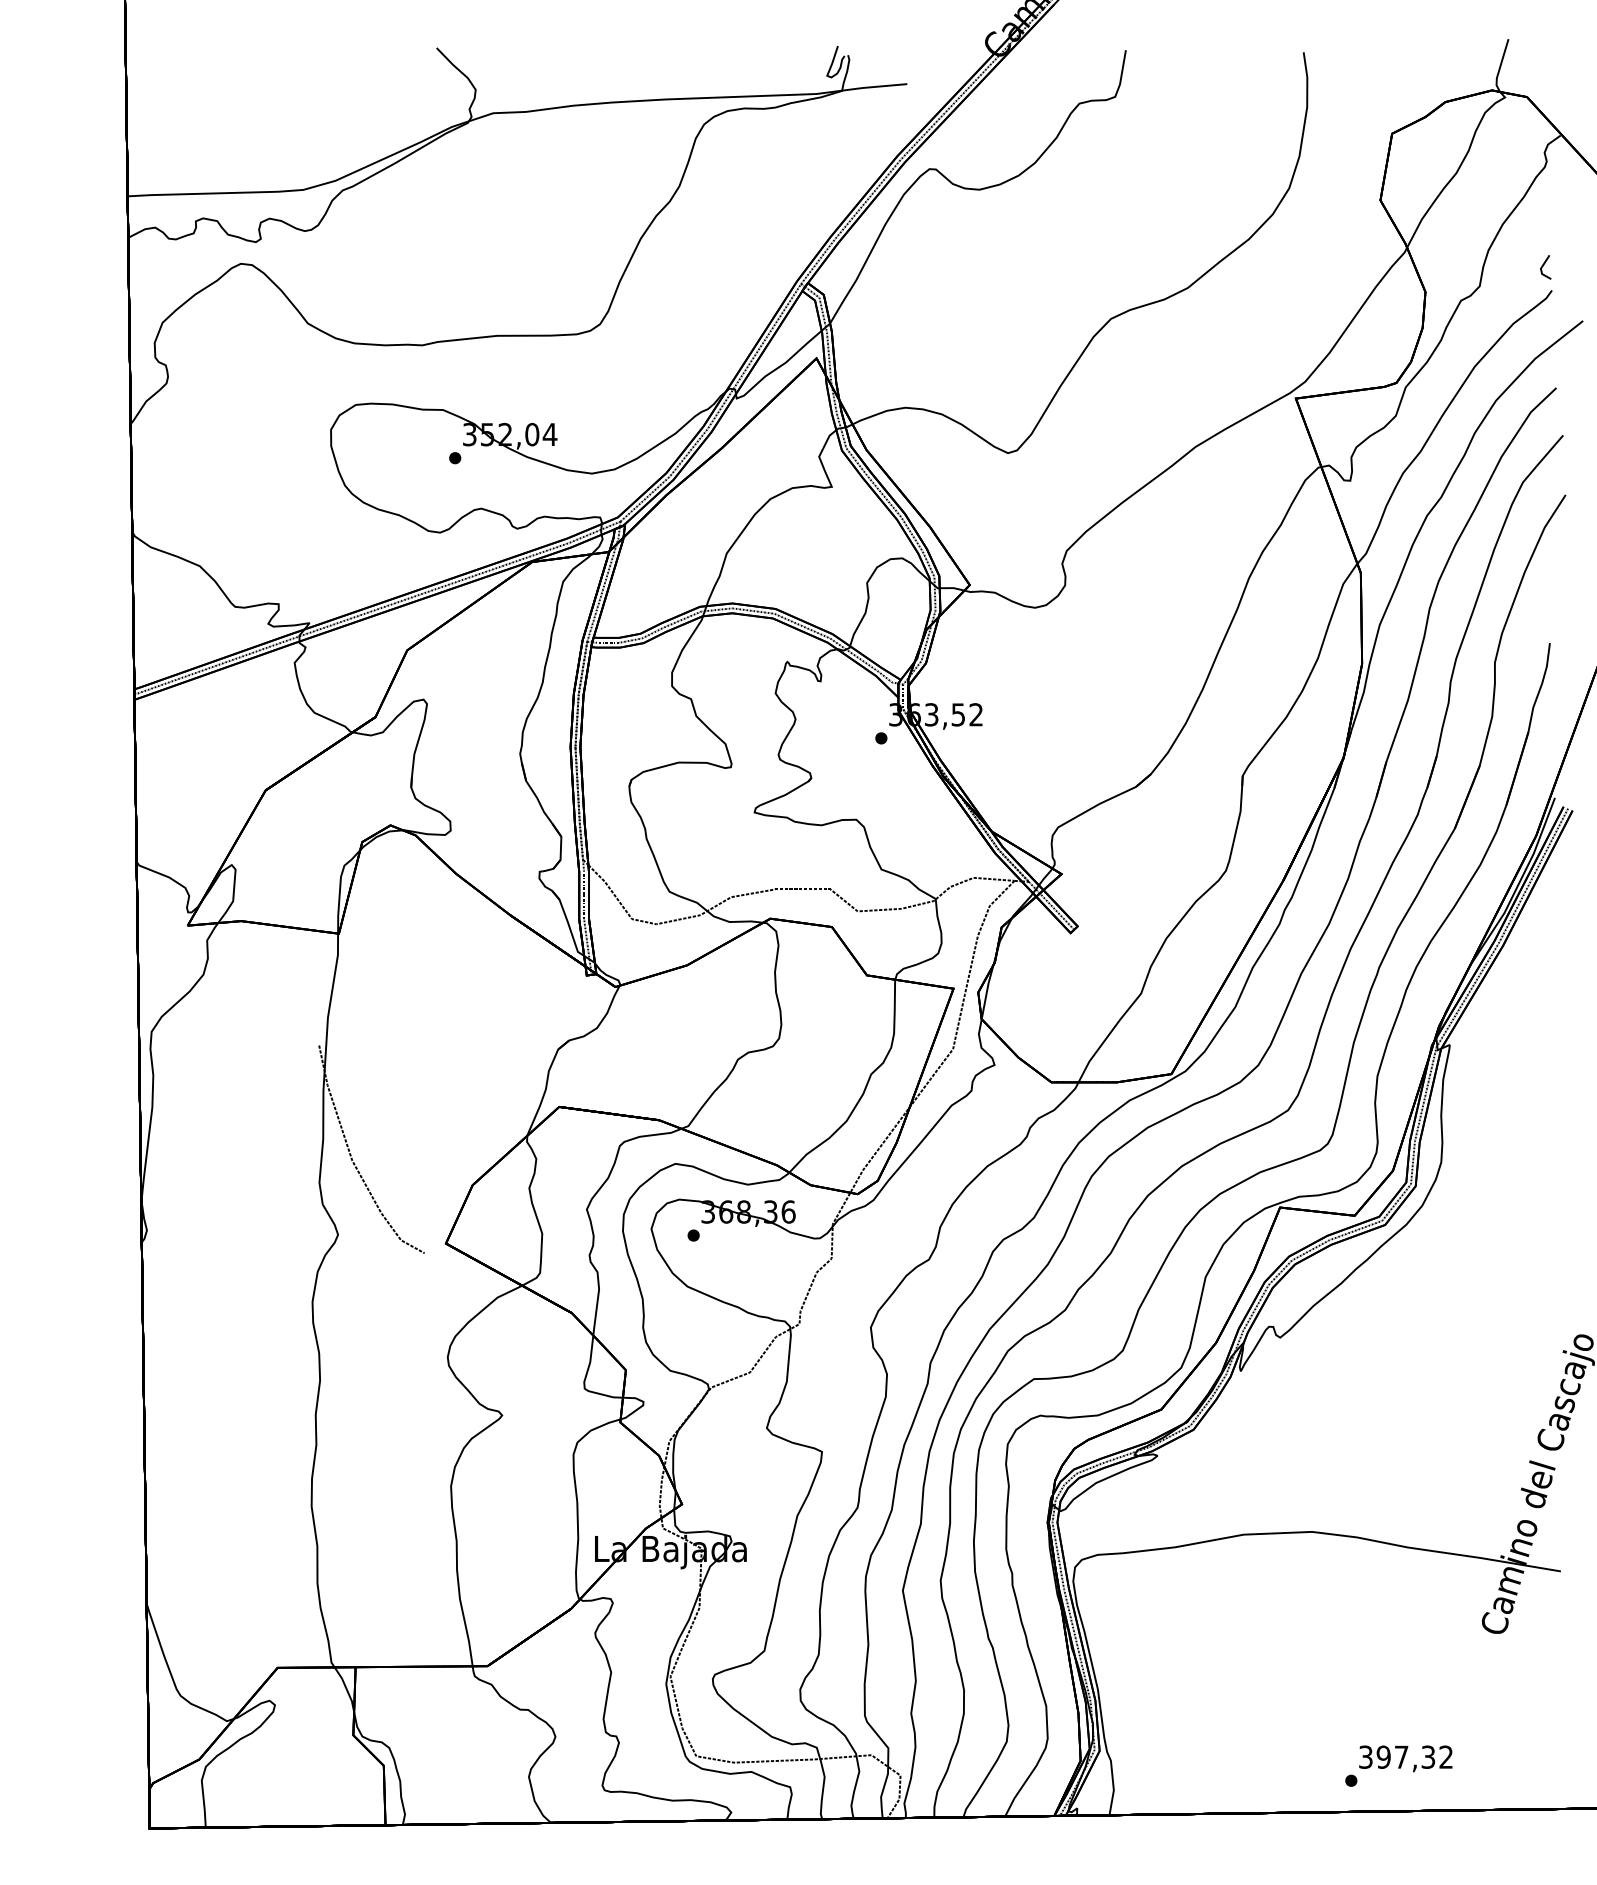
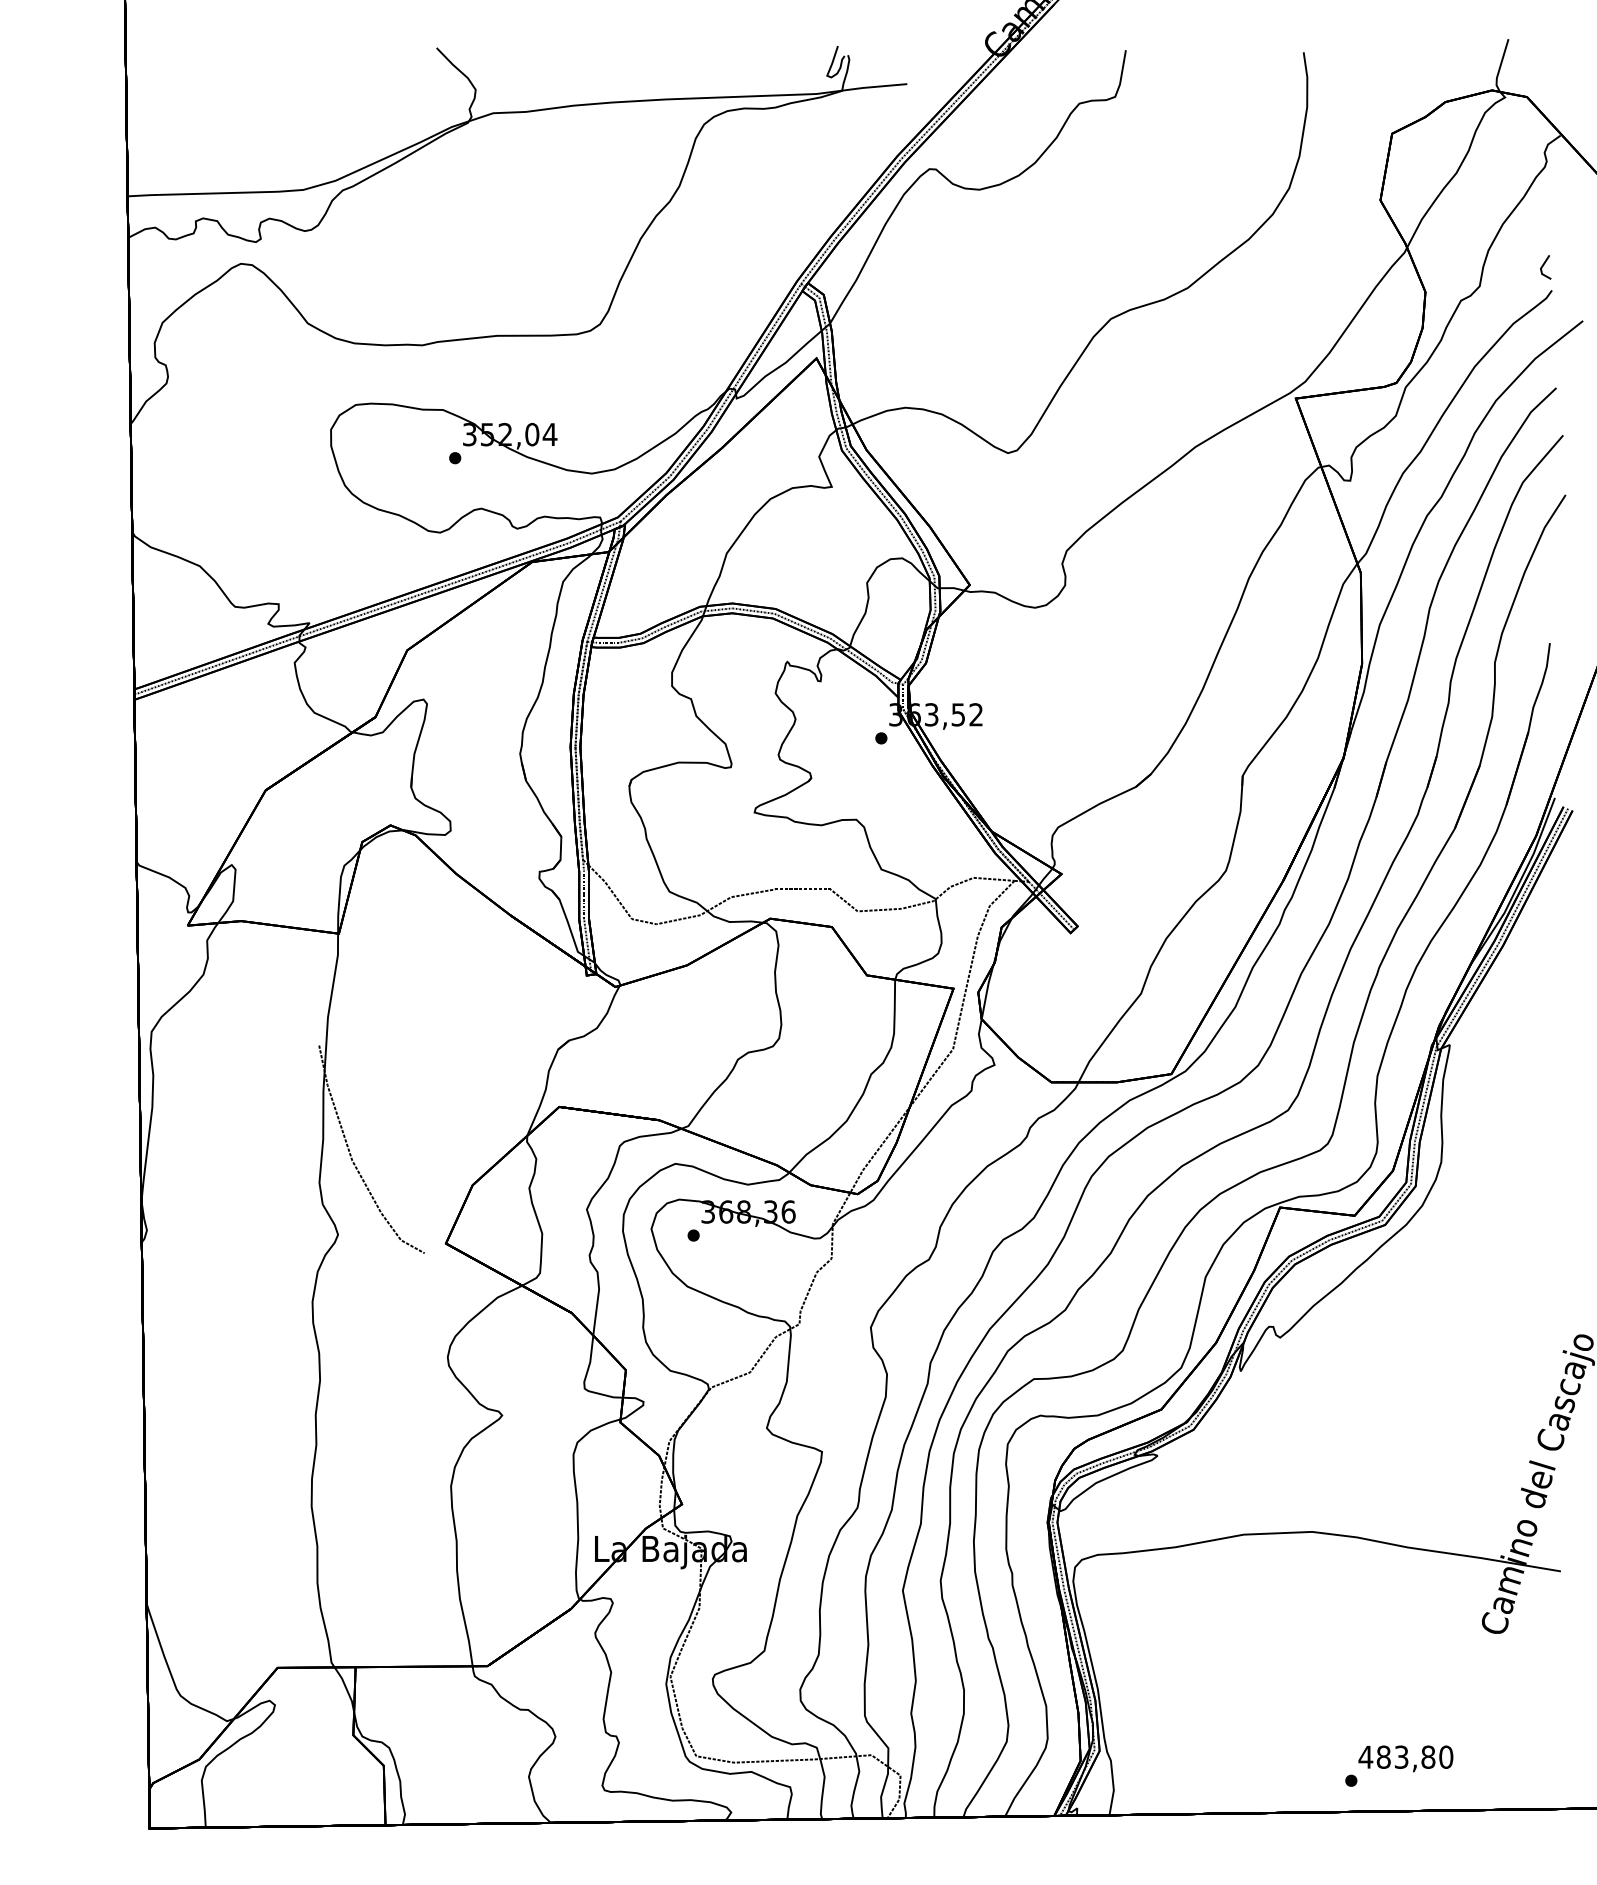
text at (1405, 1756): 397,32 -> 483,80
